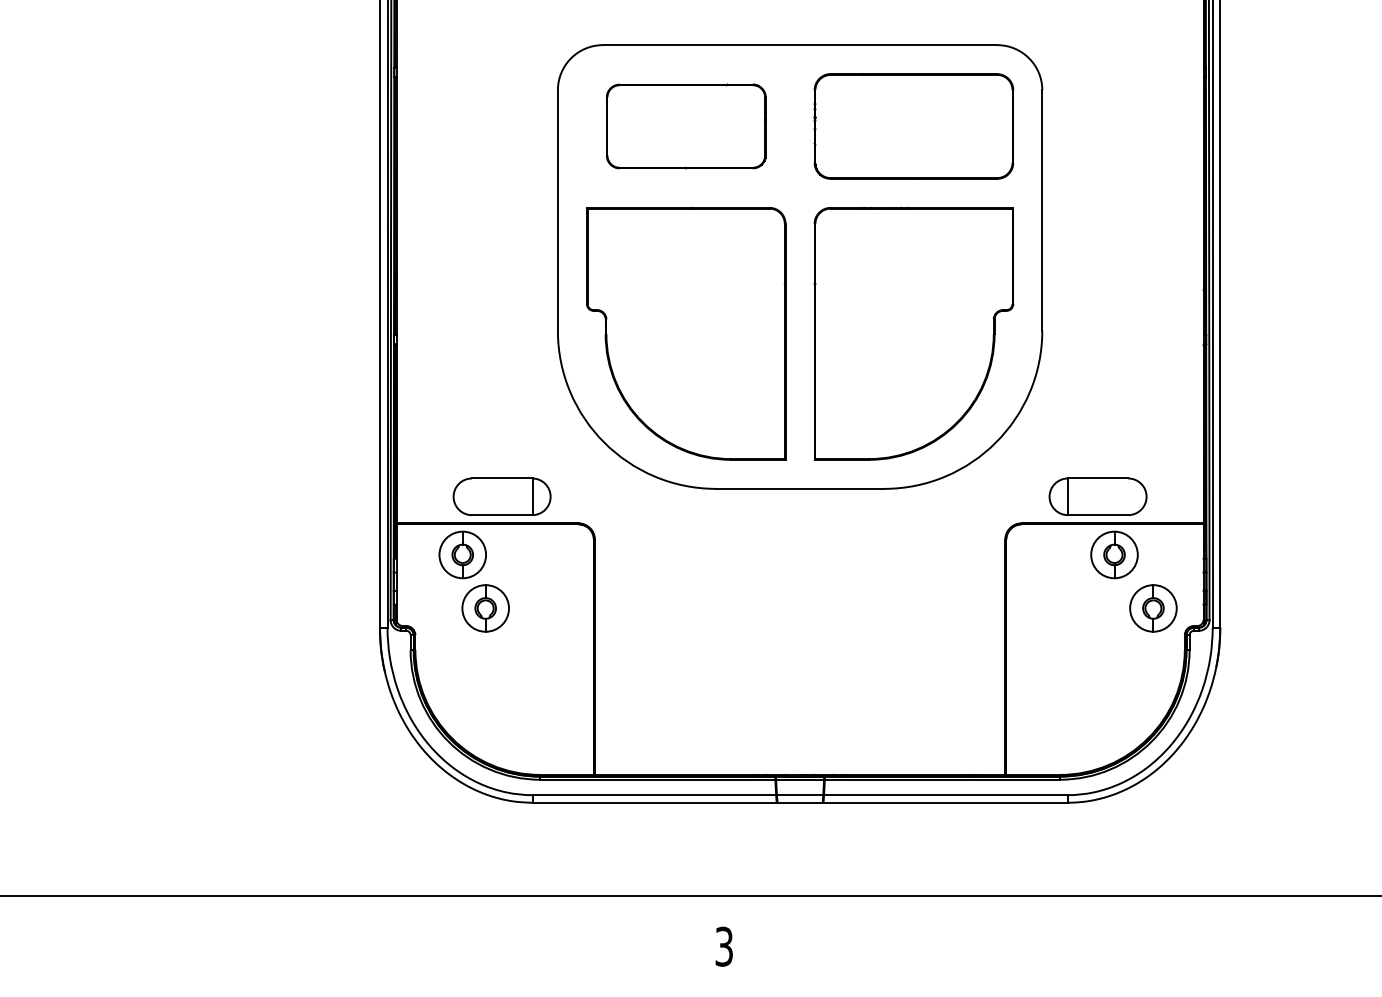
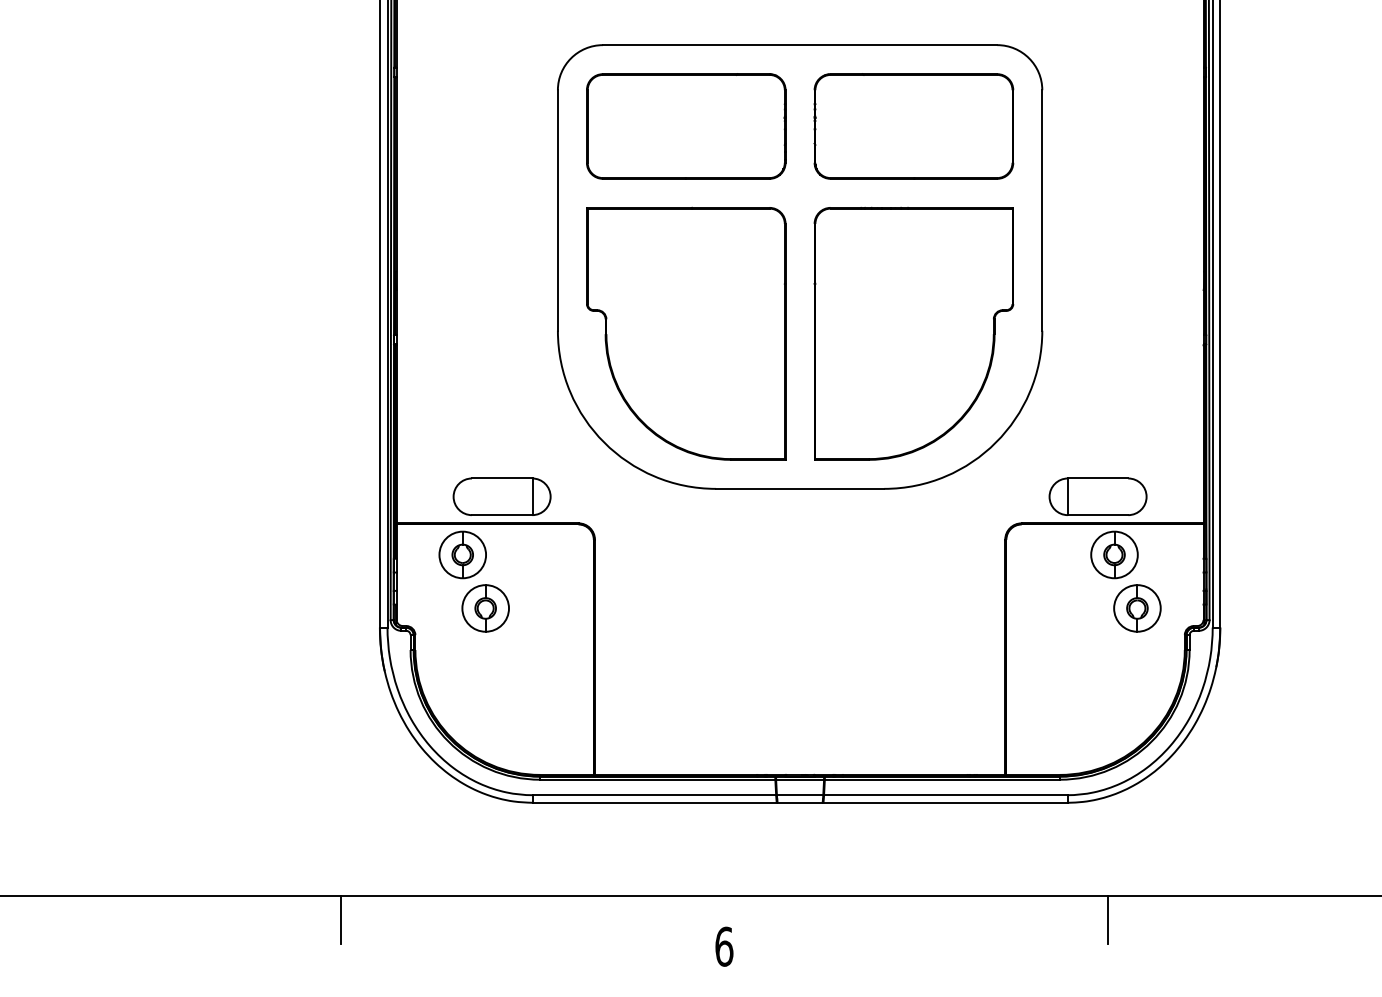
part at (686, 126) size: 161x87 px -> 201x107 px
part at (1153, 608) position: (1153, 608) -> (1137, 608)
line at (341, 919): none -> present
line at (1108, 919): none -> present
text at (724, 946): 3 -> 6
